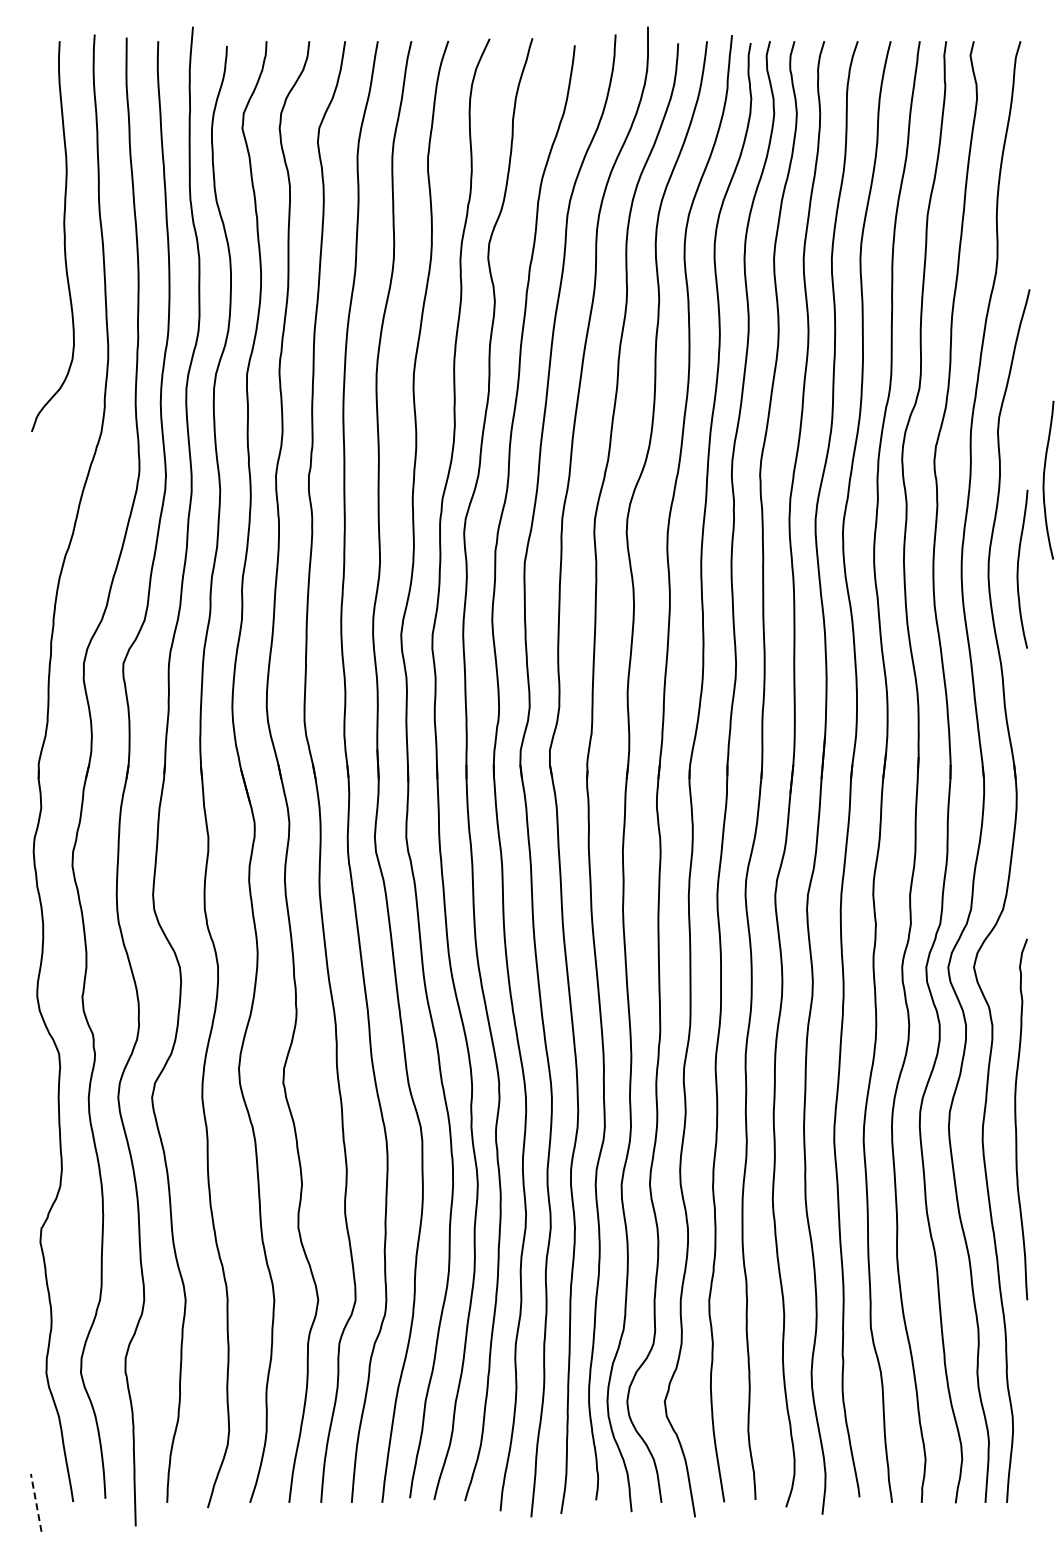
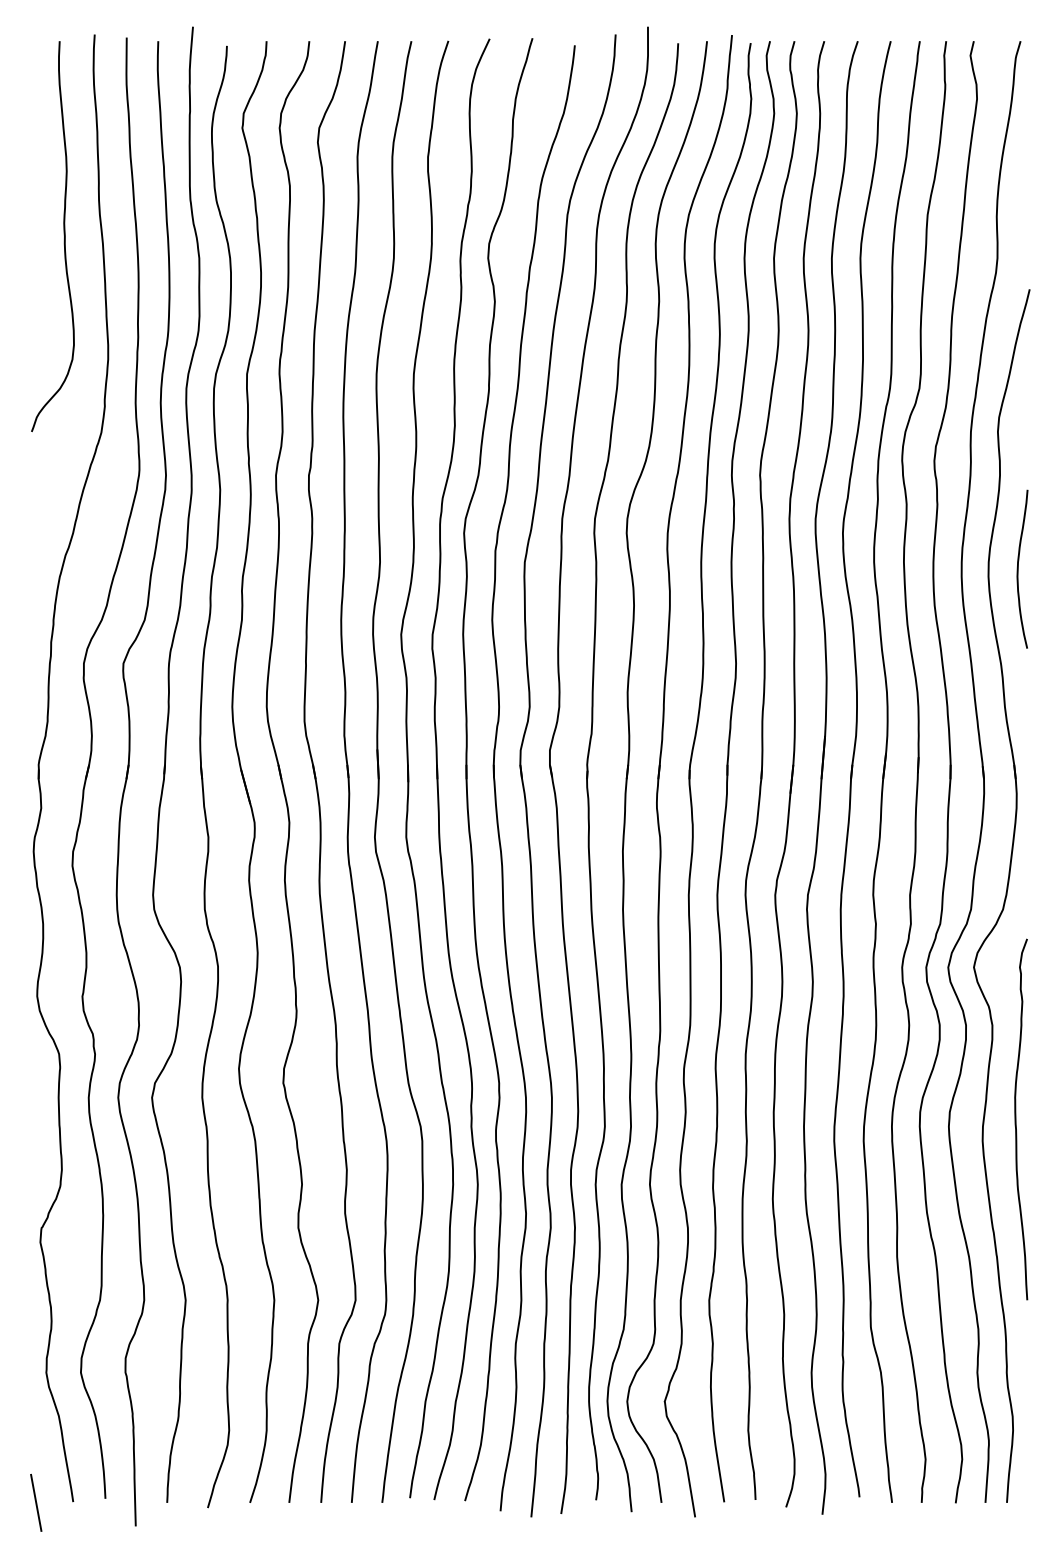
curve at (1044, 479): present -> none
line at (36, 1502): dashed -> solid
